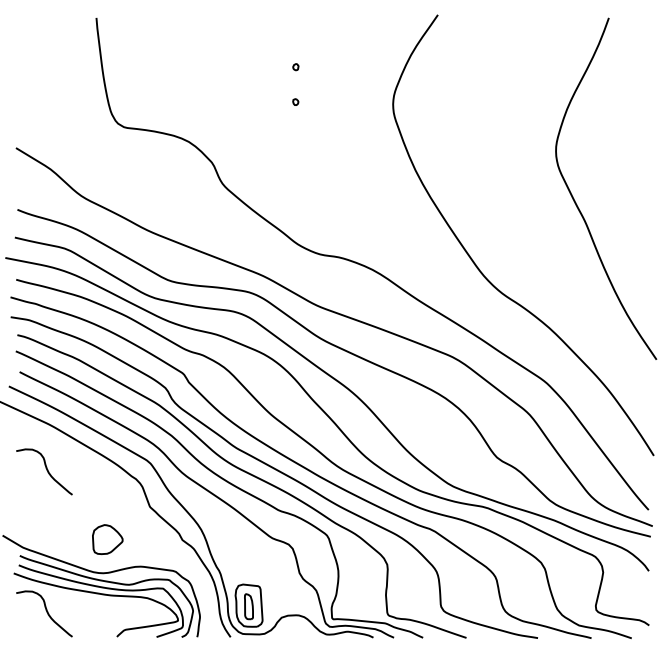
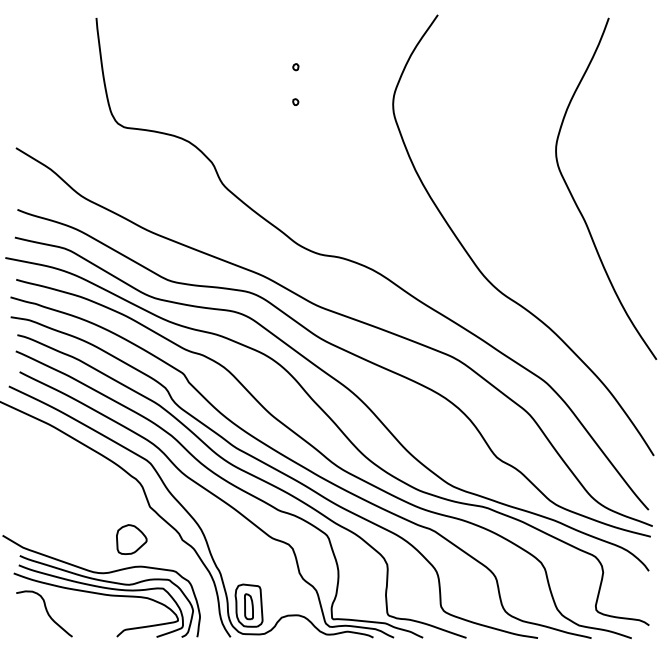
curve at (46, 470): present -> none
part at (107, 539) position: (107, 539) -> (131, 539)
